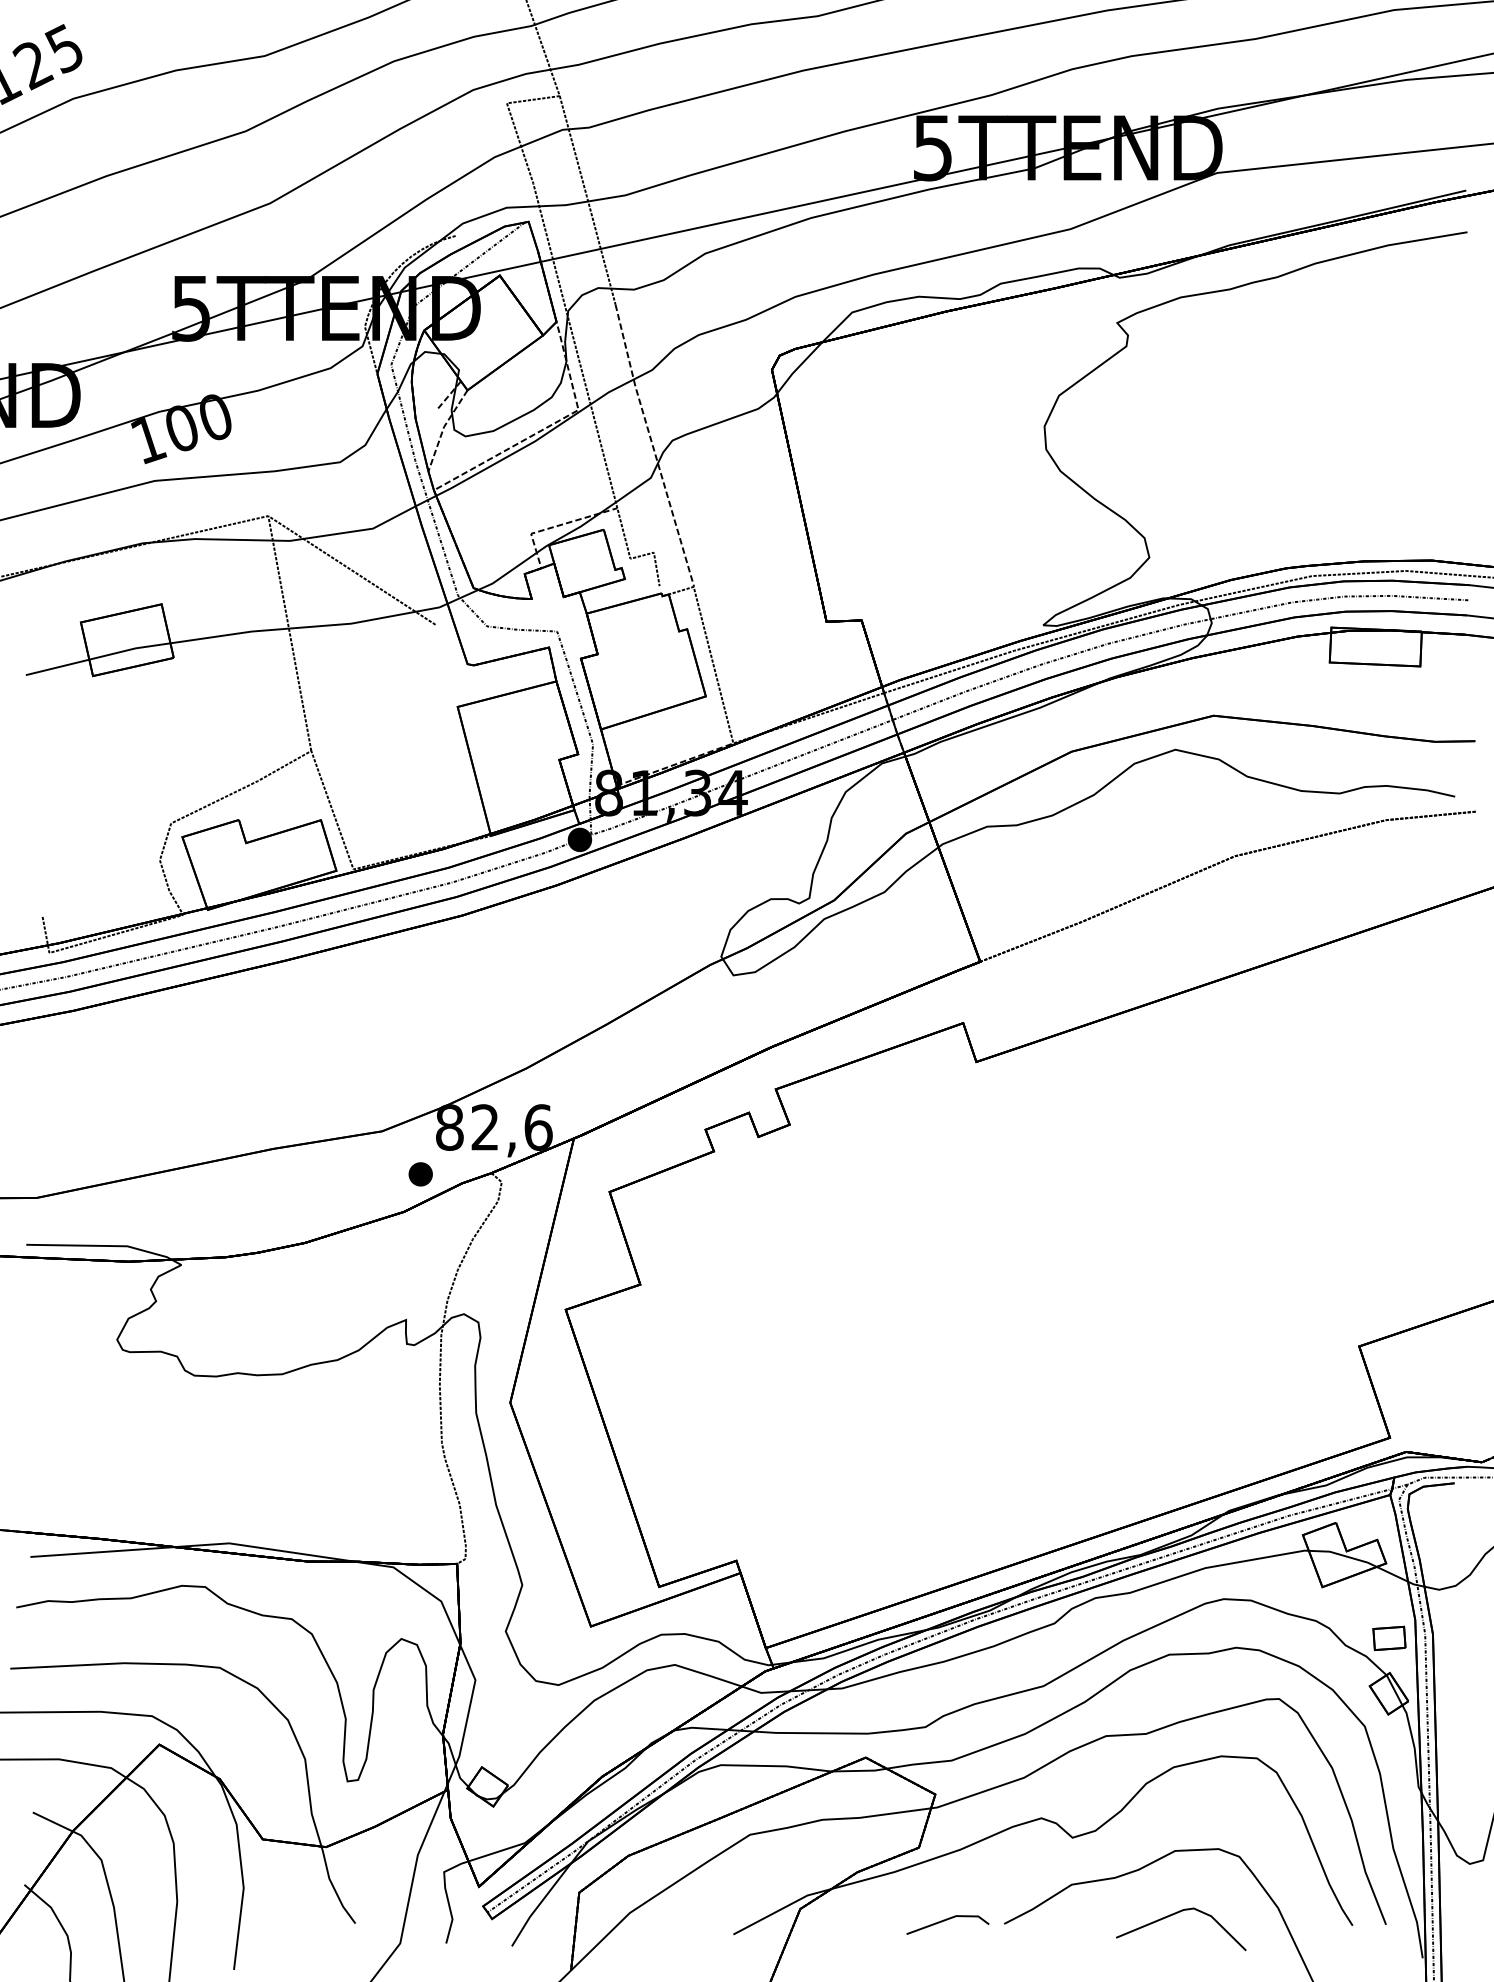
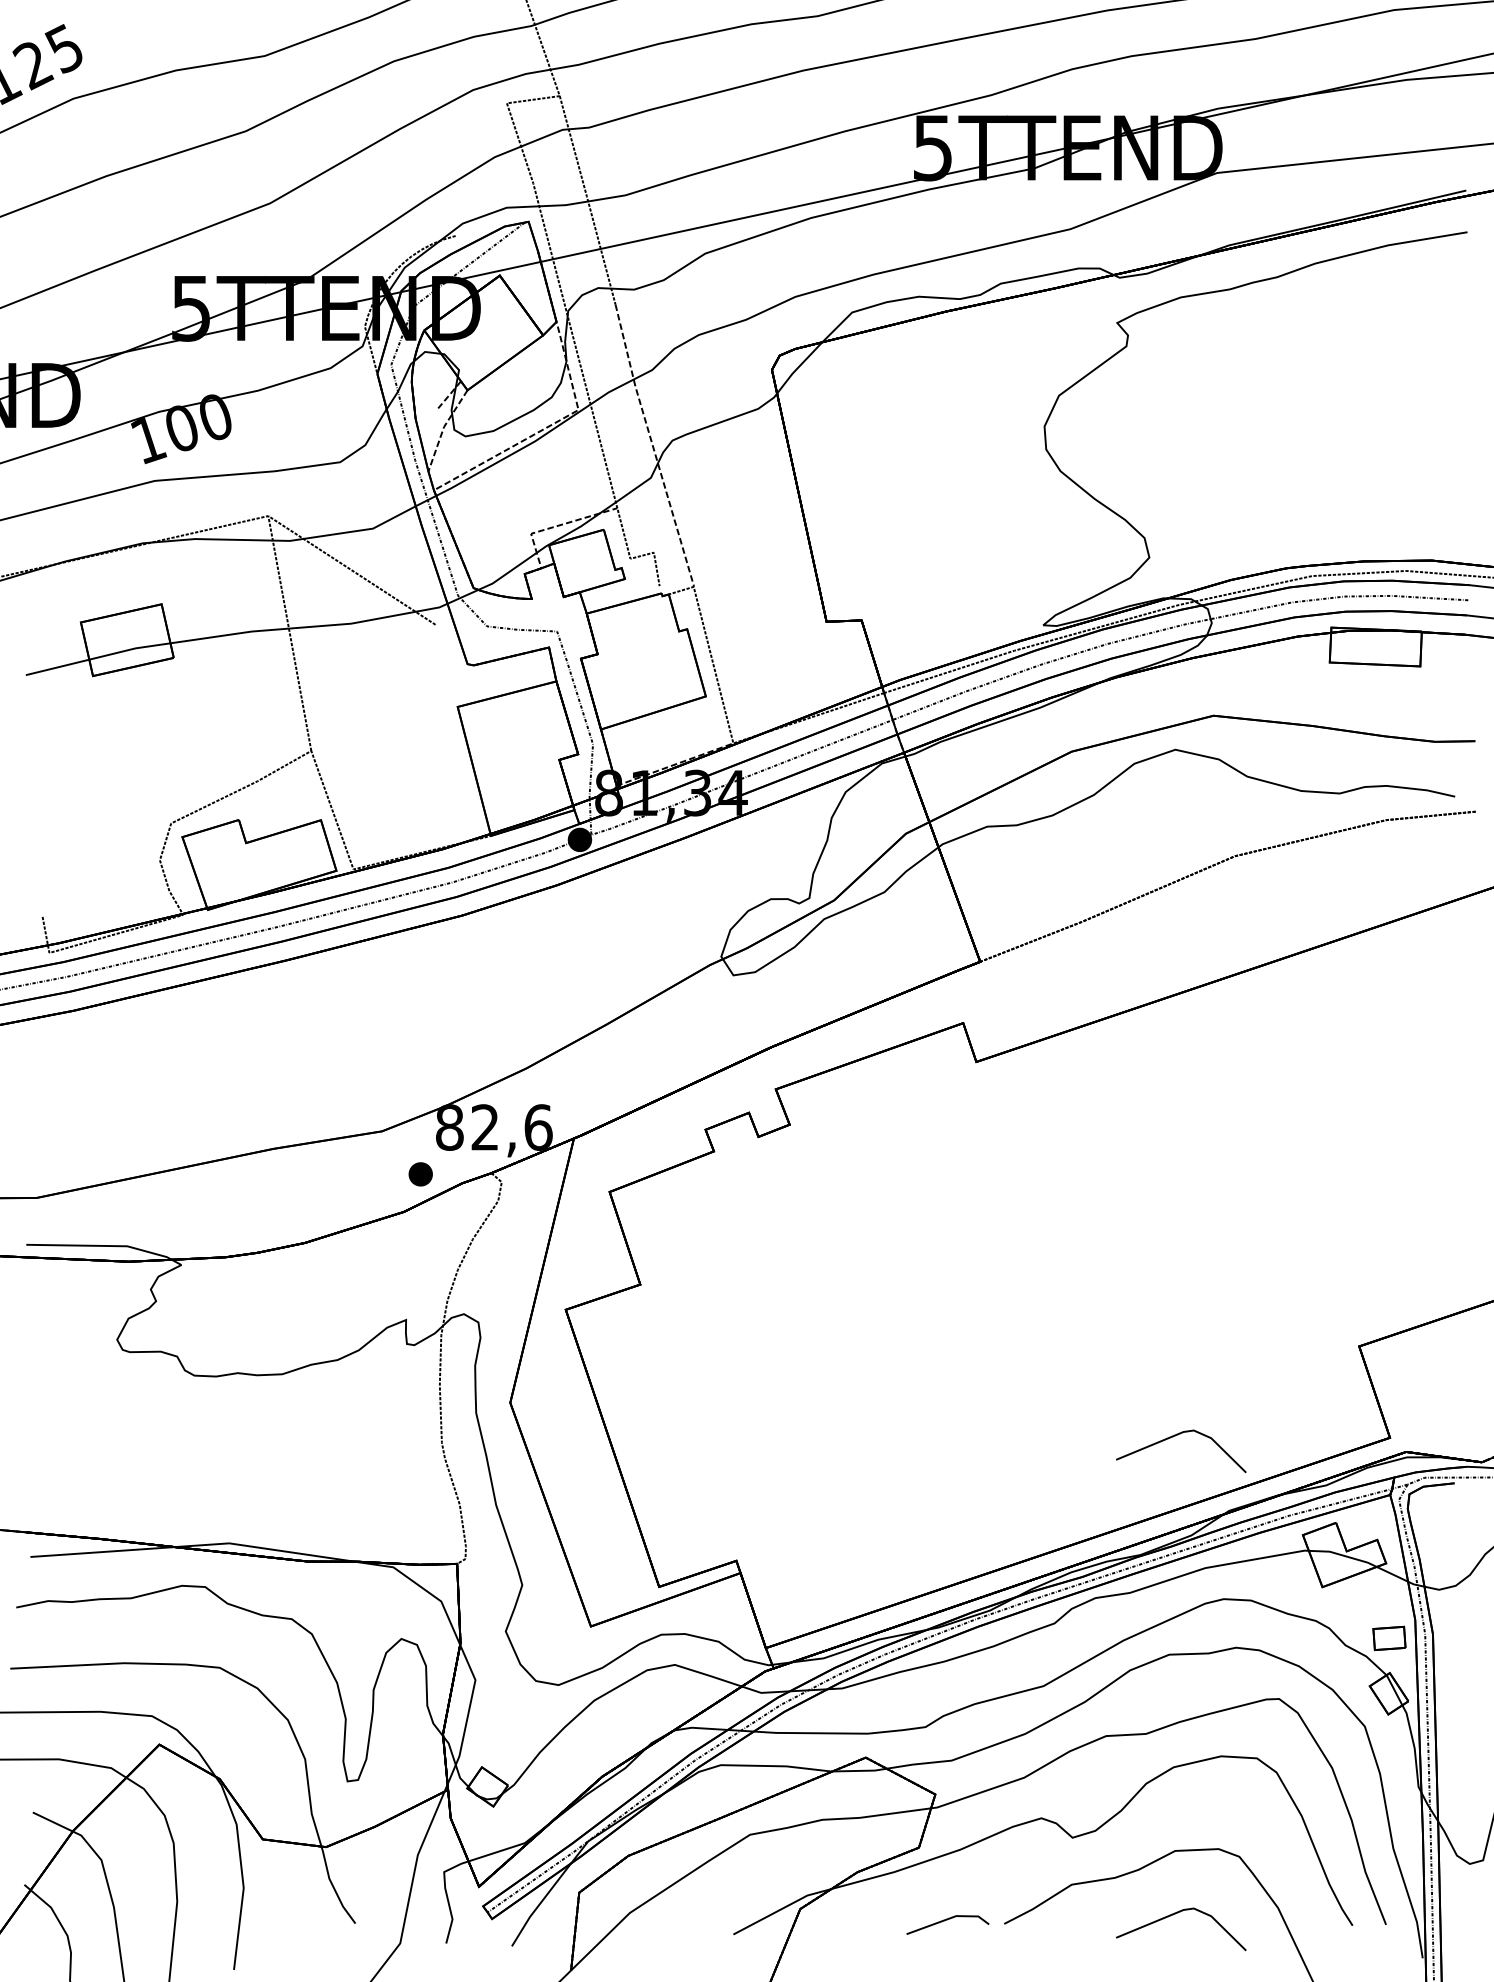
line at (1173, 1437): none -> present
